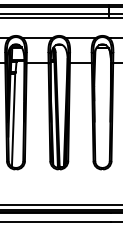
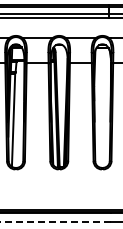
line at (60, 205): present -> none
line at (55, 221): solid -> dashed
